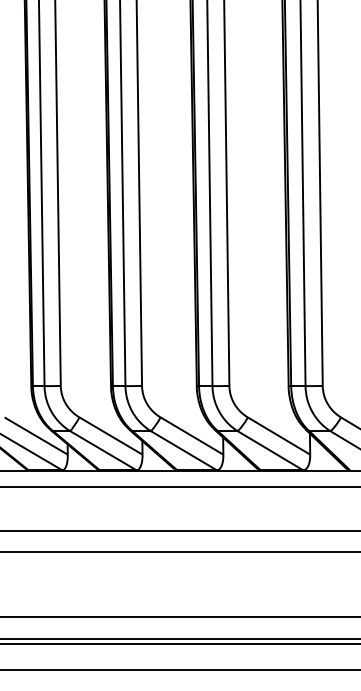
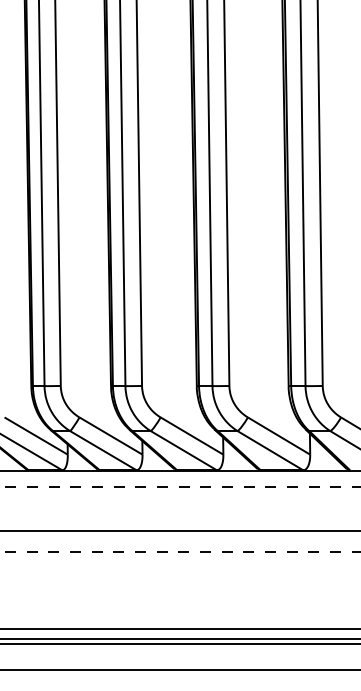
line at (180, 487): solid -> dashed
line at (180, 552): solid -> dashed
line at (179, 617) position: (179, 617) -> (179, 629)
